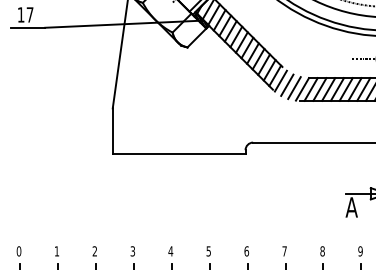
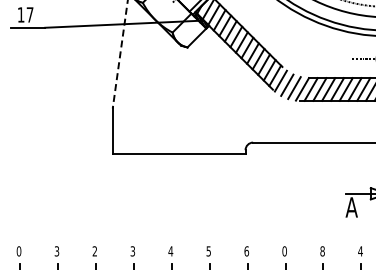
line at (120, 55): solid -> dashed
text at (56, 251): 1 -> 3
text at (284, 251): 7 -> 0
text at (360, 251): 9 -> 4
